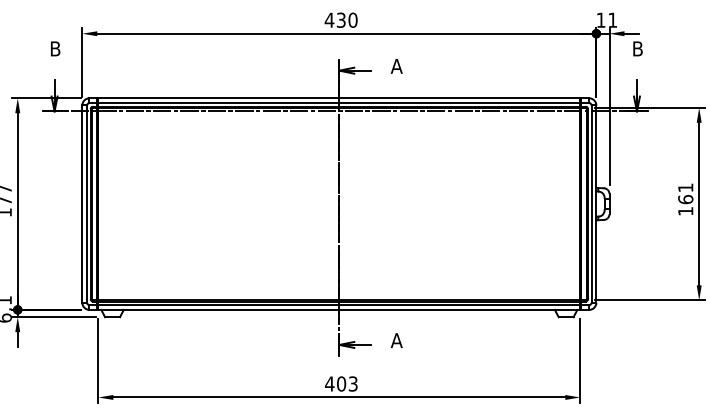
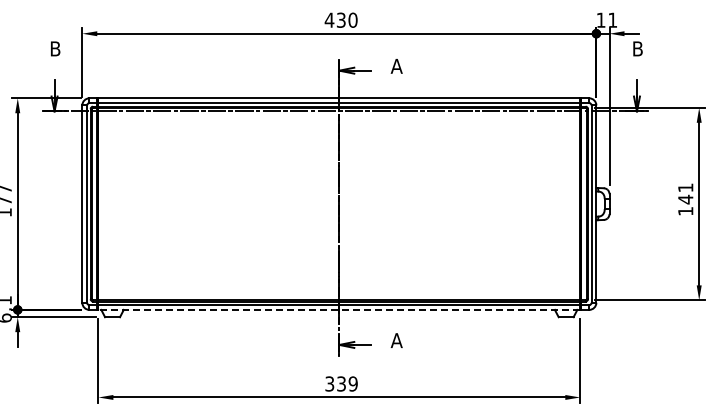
text at (685, 199): 161 -> 141
line at (339, 309): solid -> dashed
text at (340, 383): 403 -> 339
